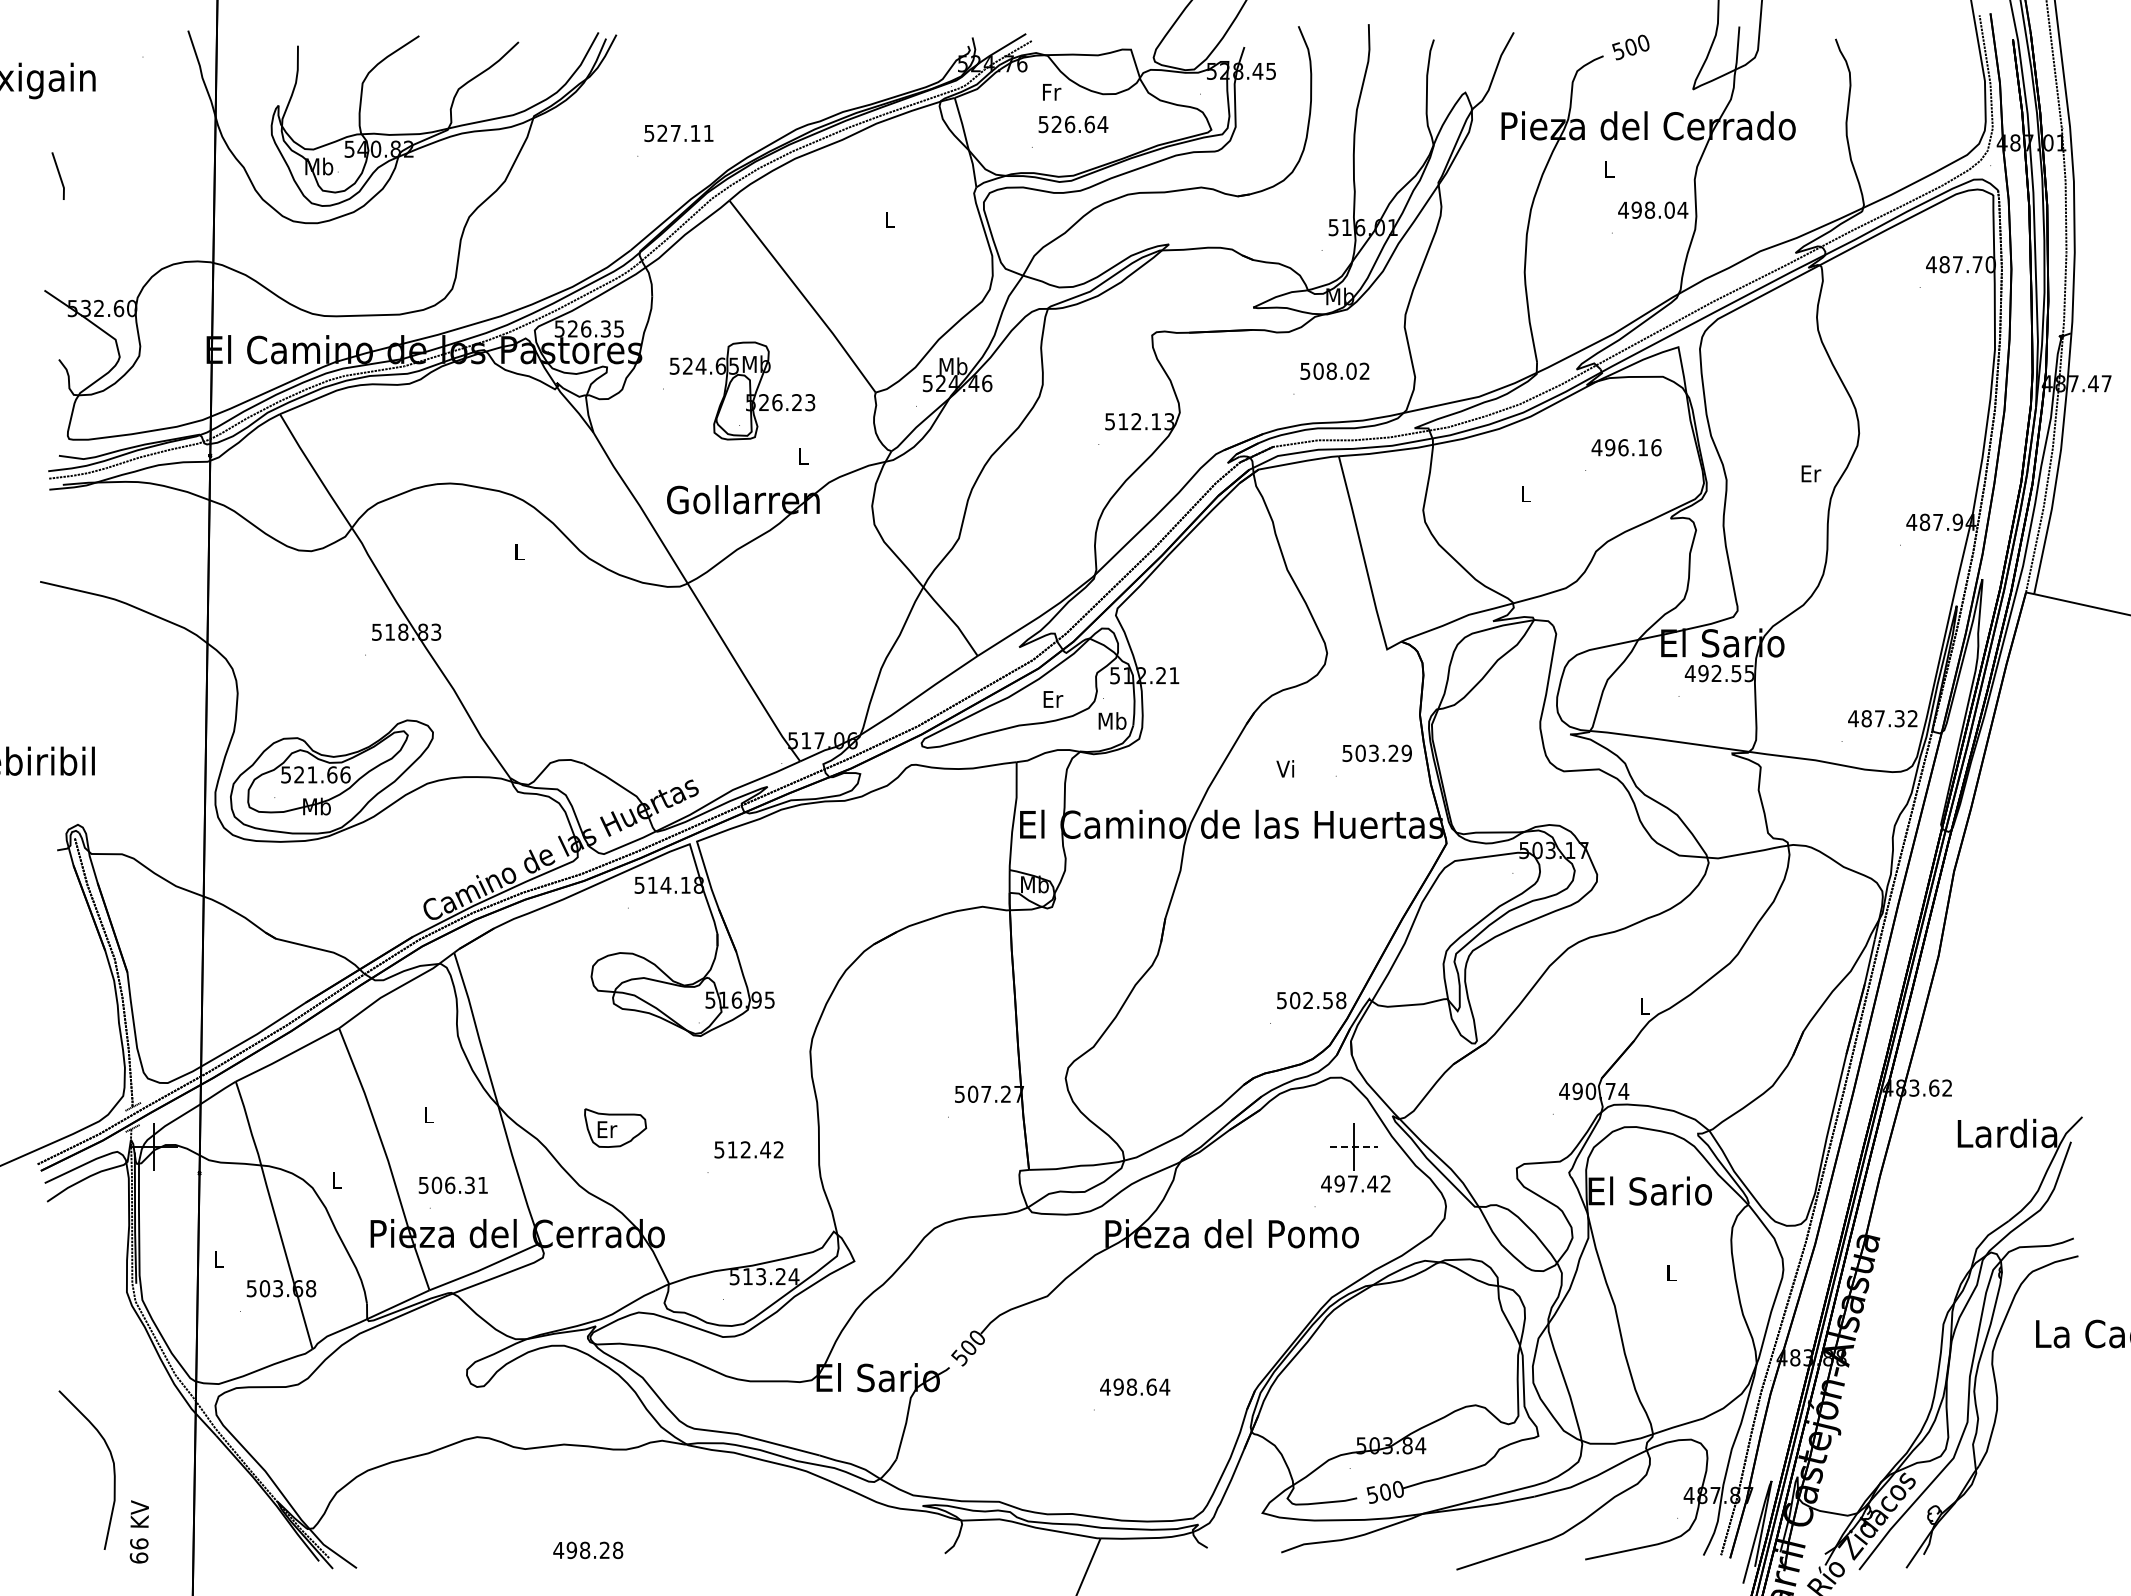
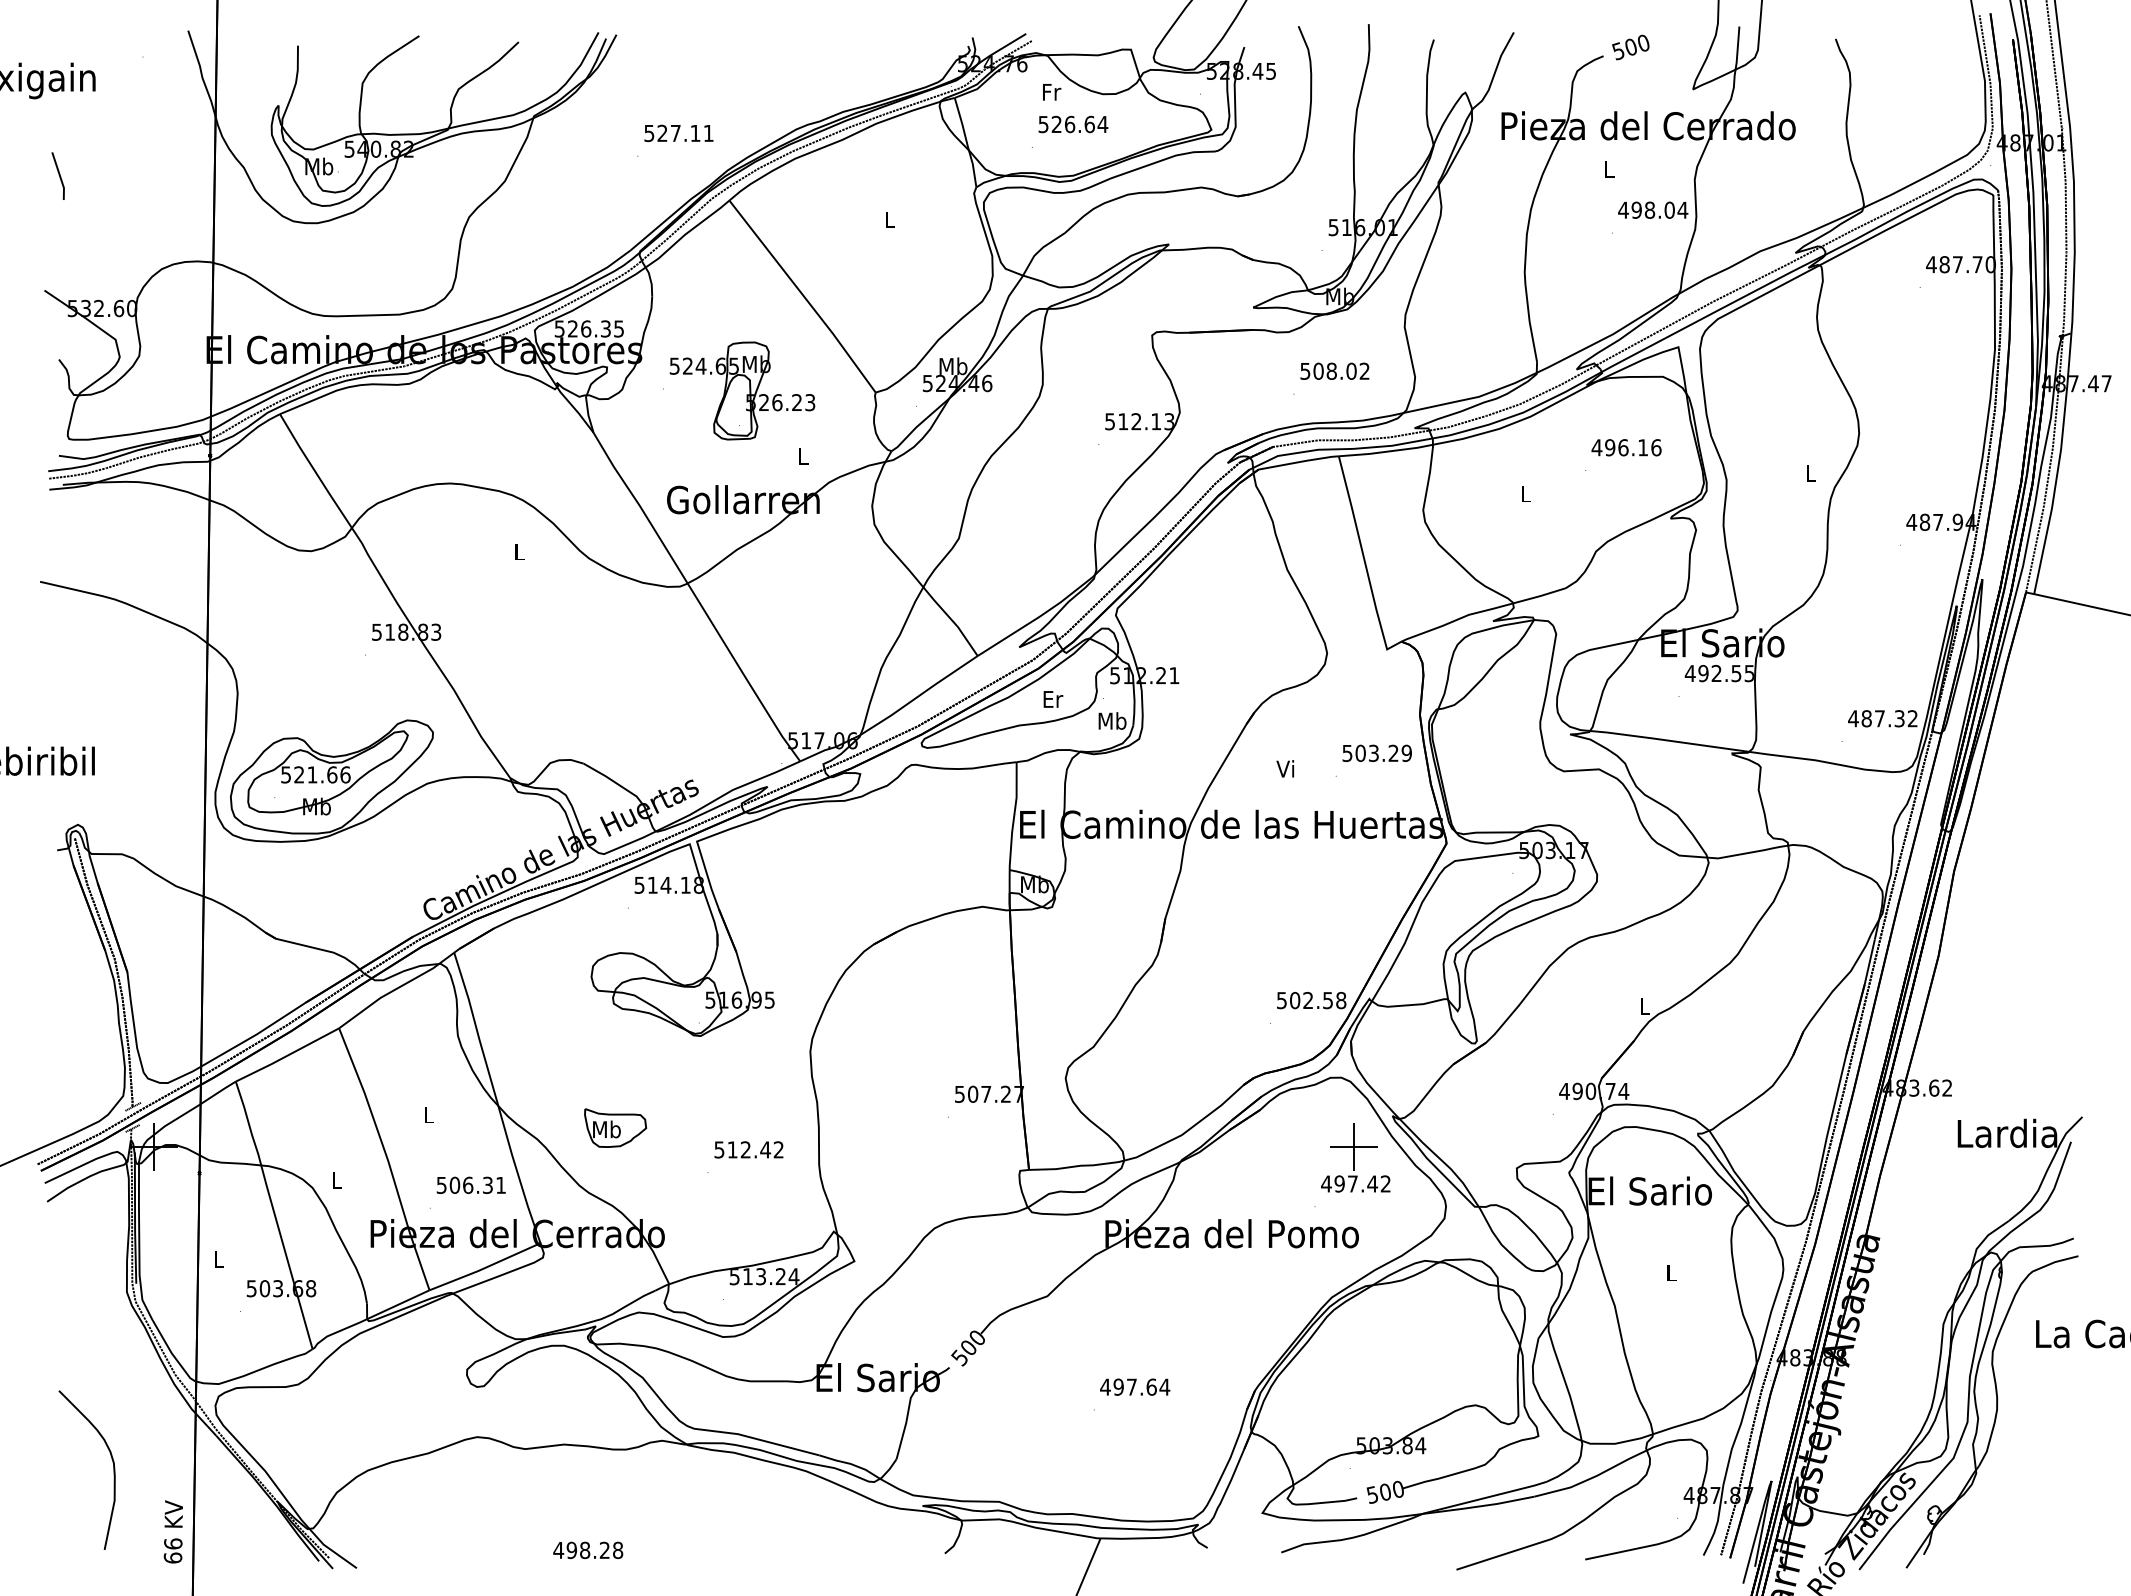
text at (1811, 473): Er -> L
text at (606, 1129): Er -> Mb
line at (1354, 1147): dashed -> solid
text at (452, 1184) position: (452, 1184) -> (470, 1184)
text at (1131, 1386): 498.64 -> 497.64
text at (138, 1531) position: (138, 1531) -> (172, 1531)
